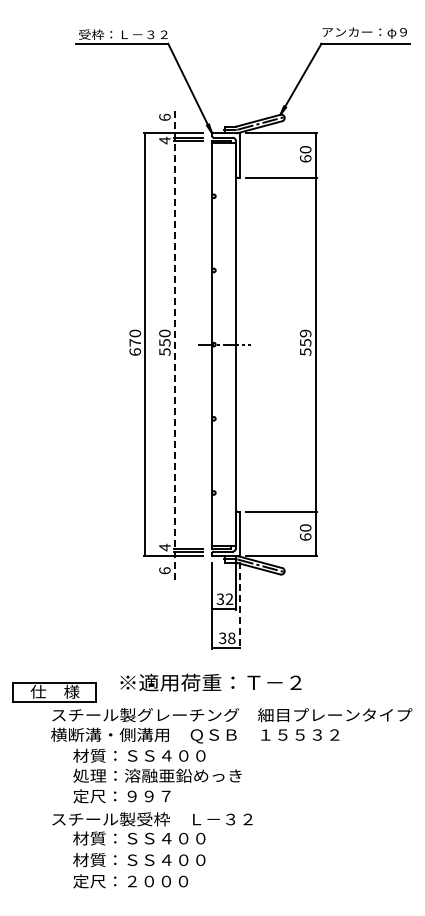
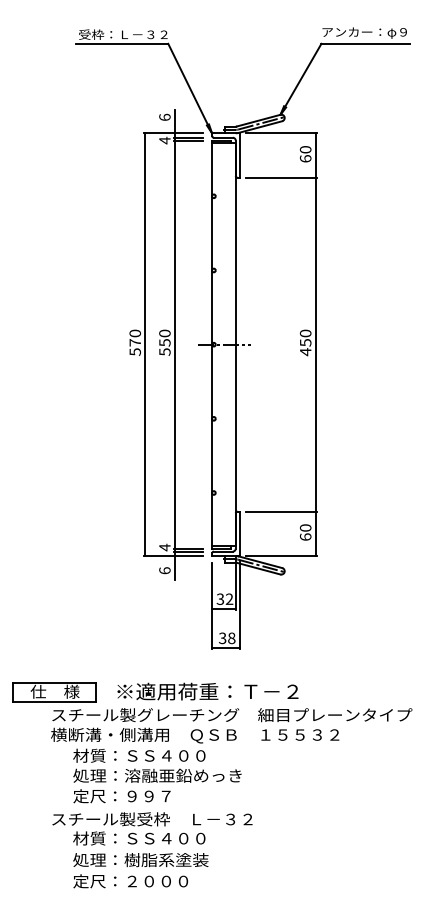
text at (305, 342): 559 -> 450
line at (174, 344): dashed -> solid
text at (134, 351): 670 -> 570
line at (240, 605): dashed -> solid
text at (210, 682) position: (210, 682) -> (207, 691)
text at (140, 860): 材質：ＳＳ４００ -> 処理：樹脂系塗装
